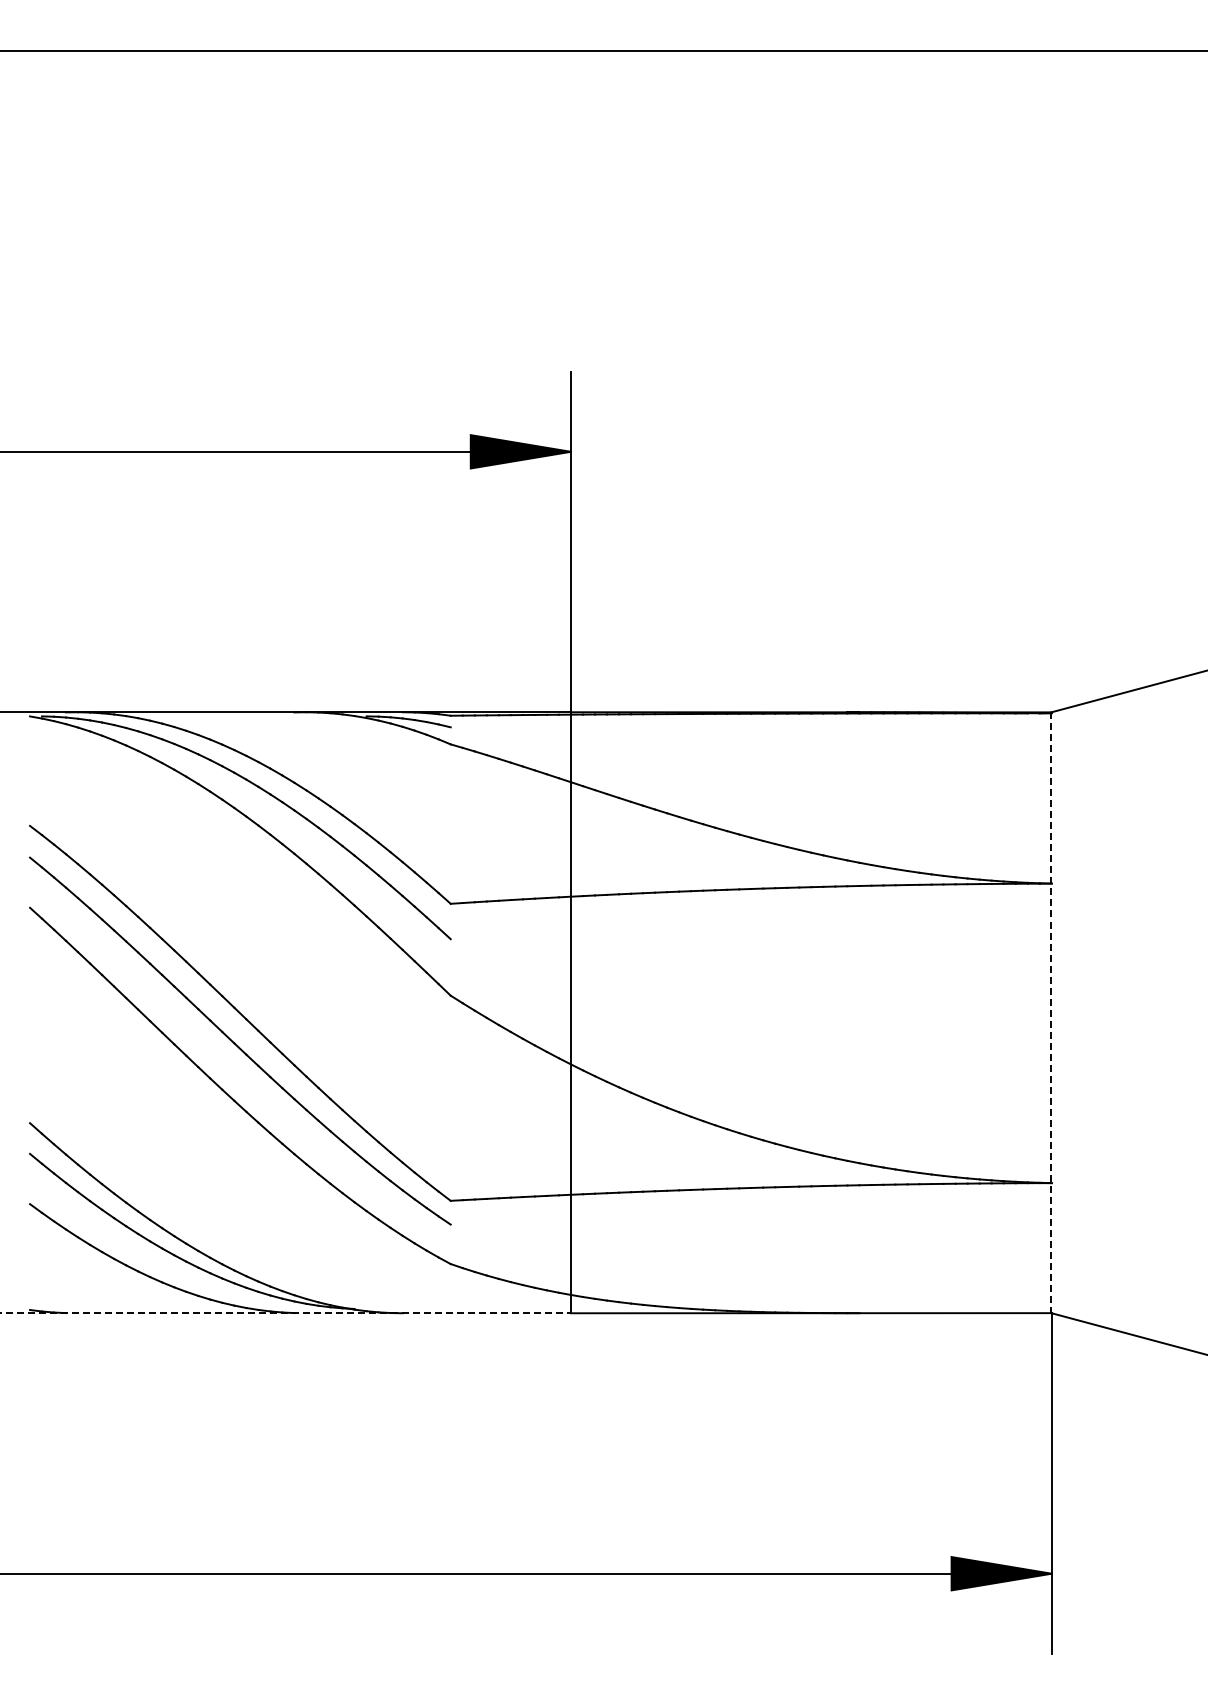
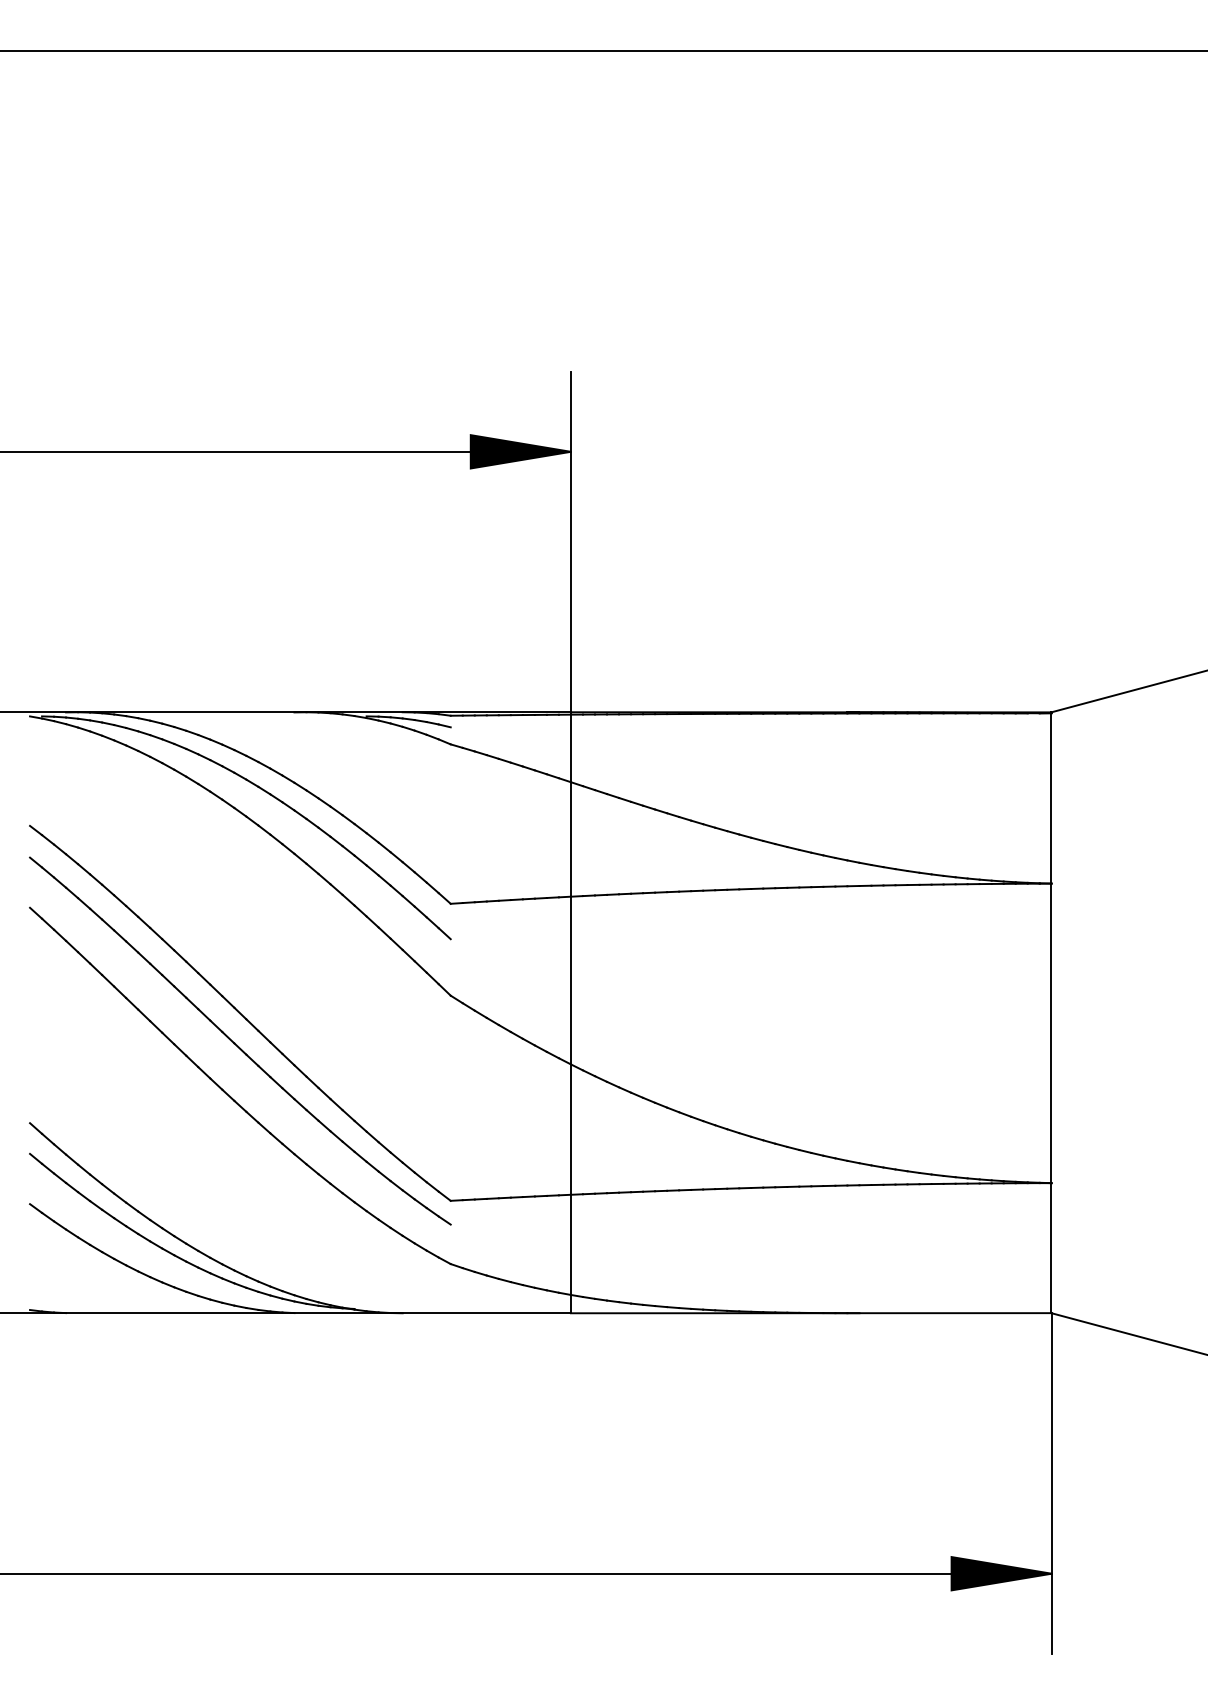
line at (1051, 1013): dashed -> solid
line at (285, 1313): dashed -> solid
